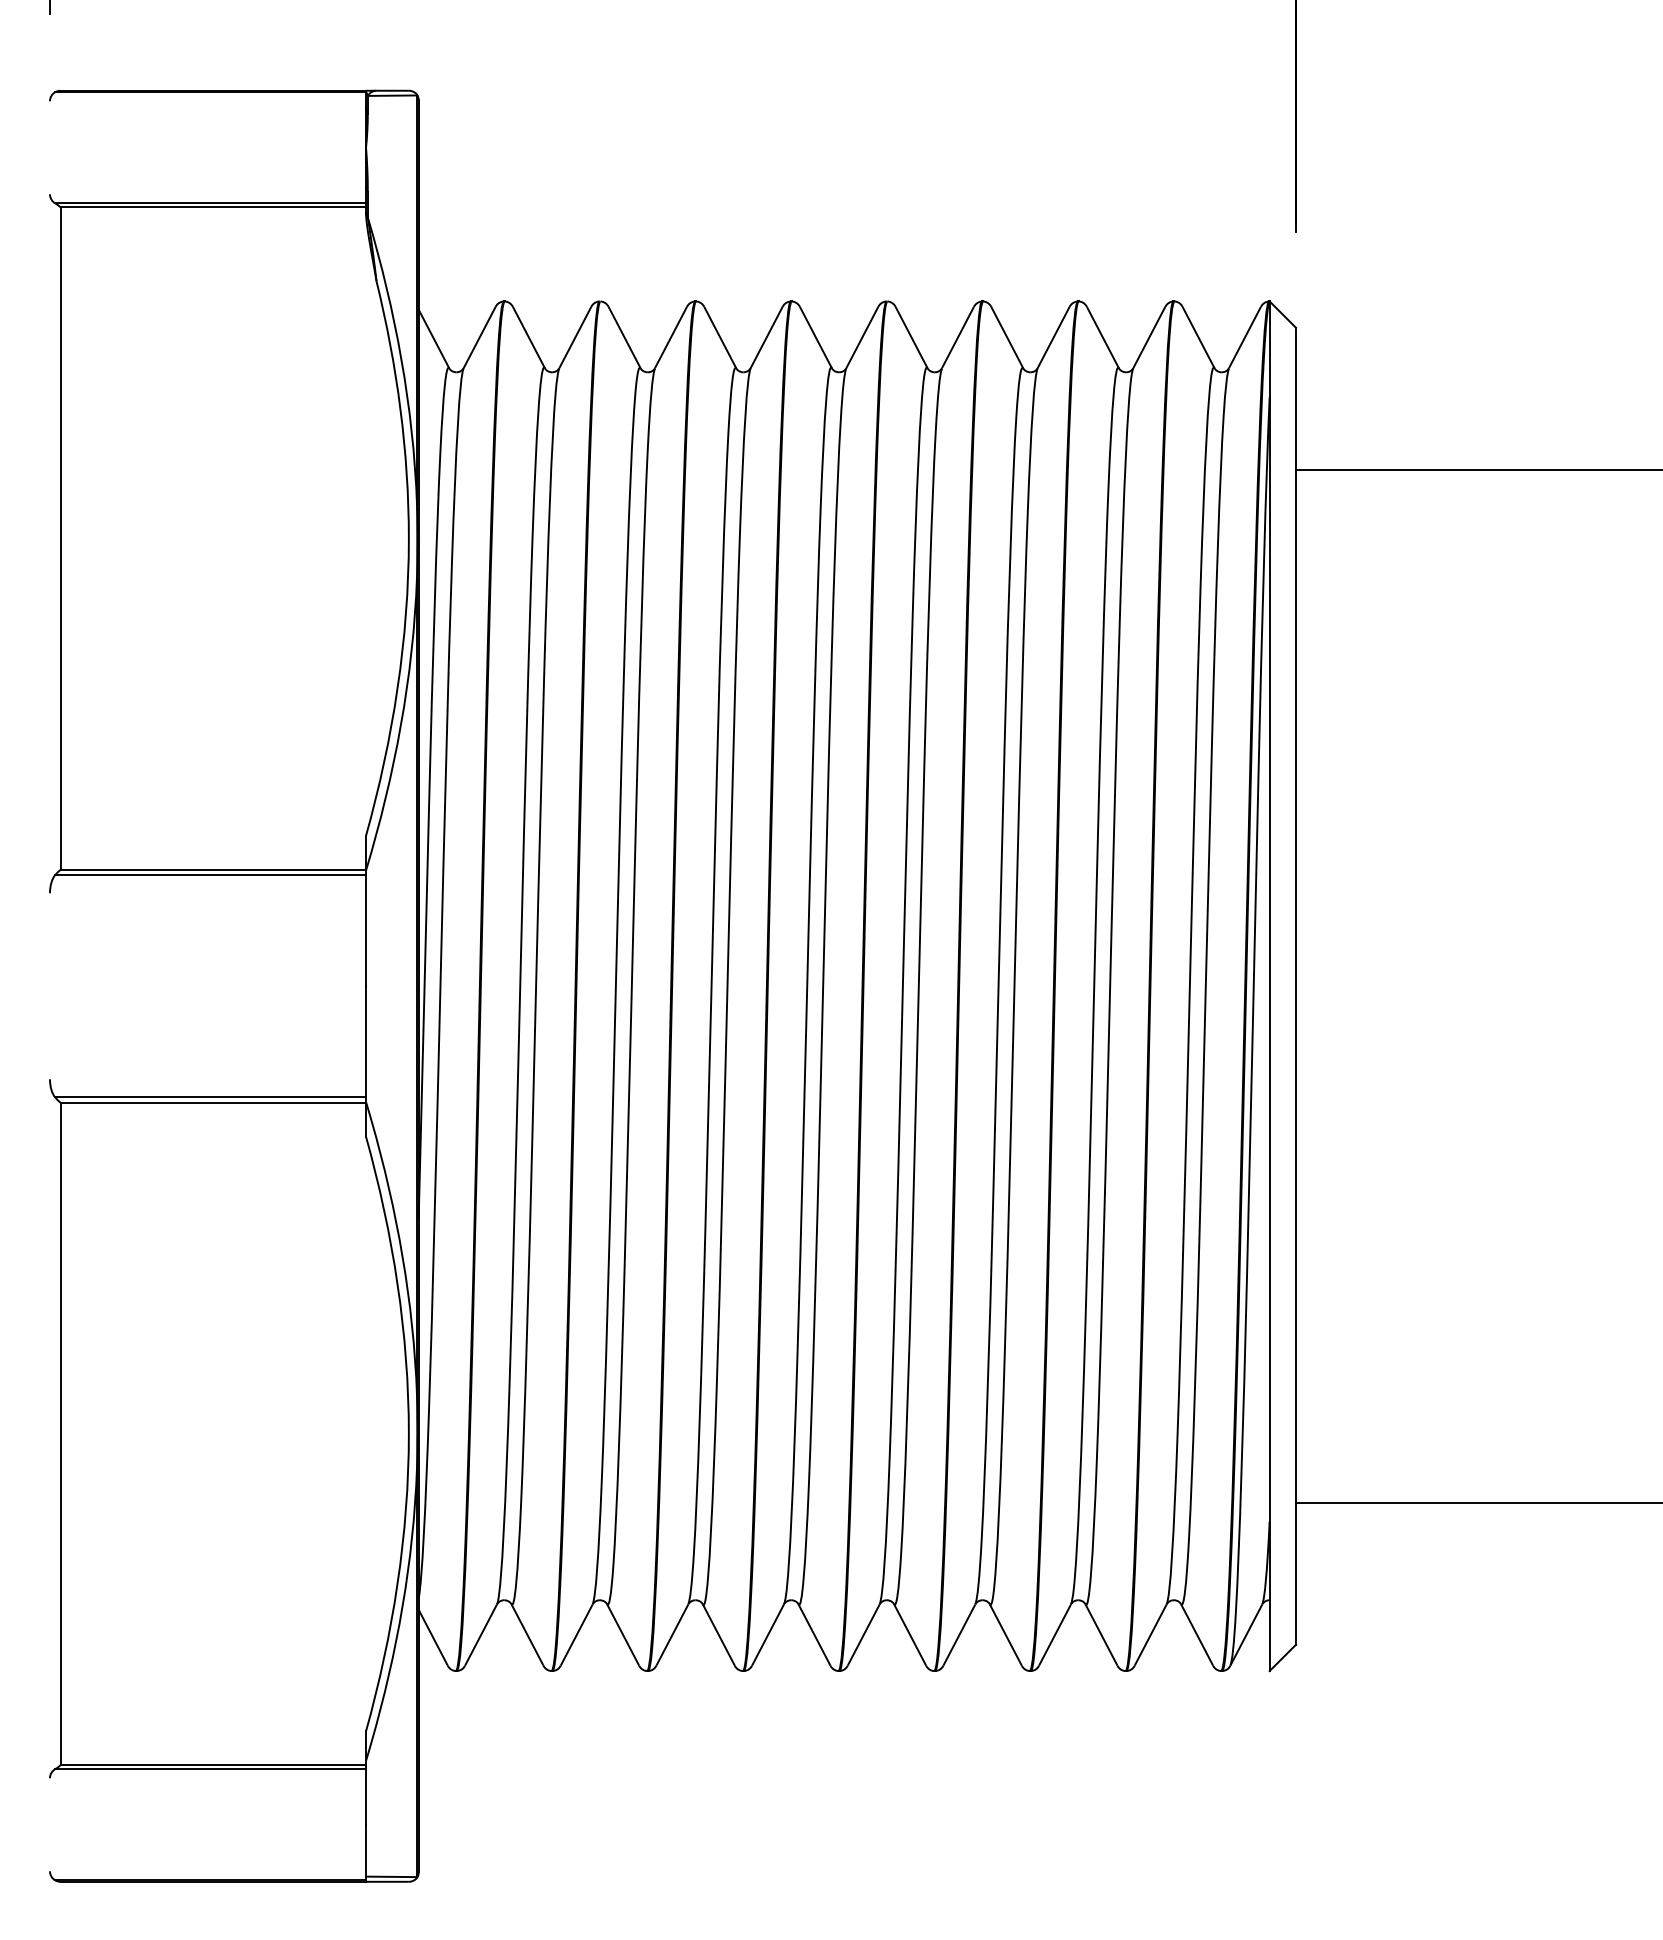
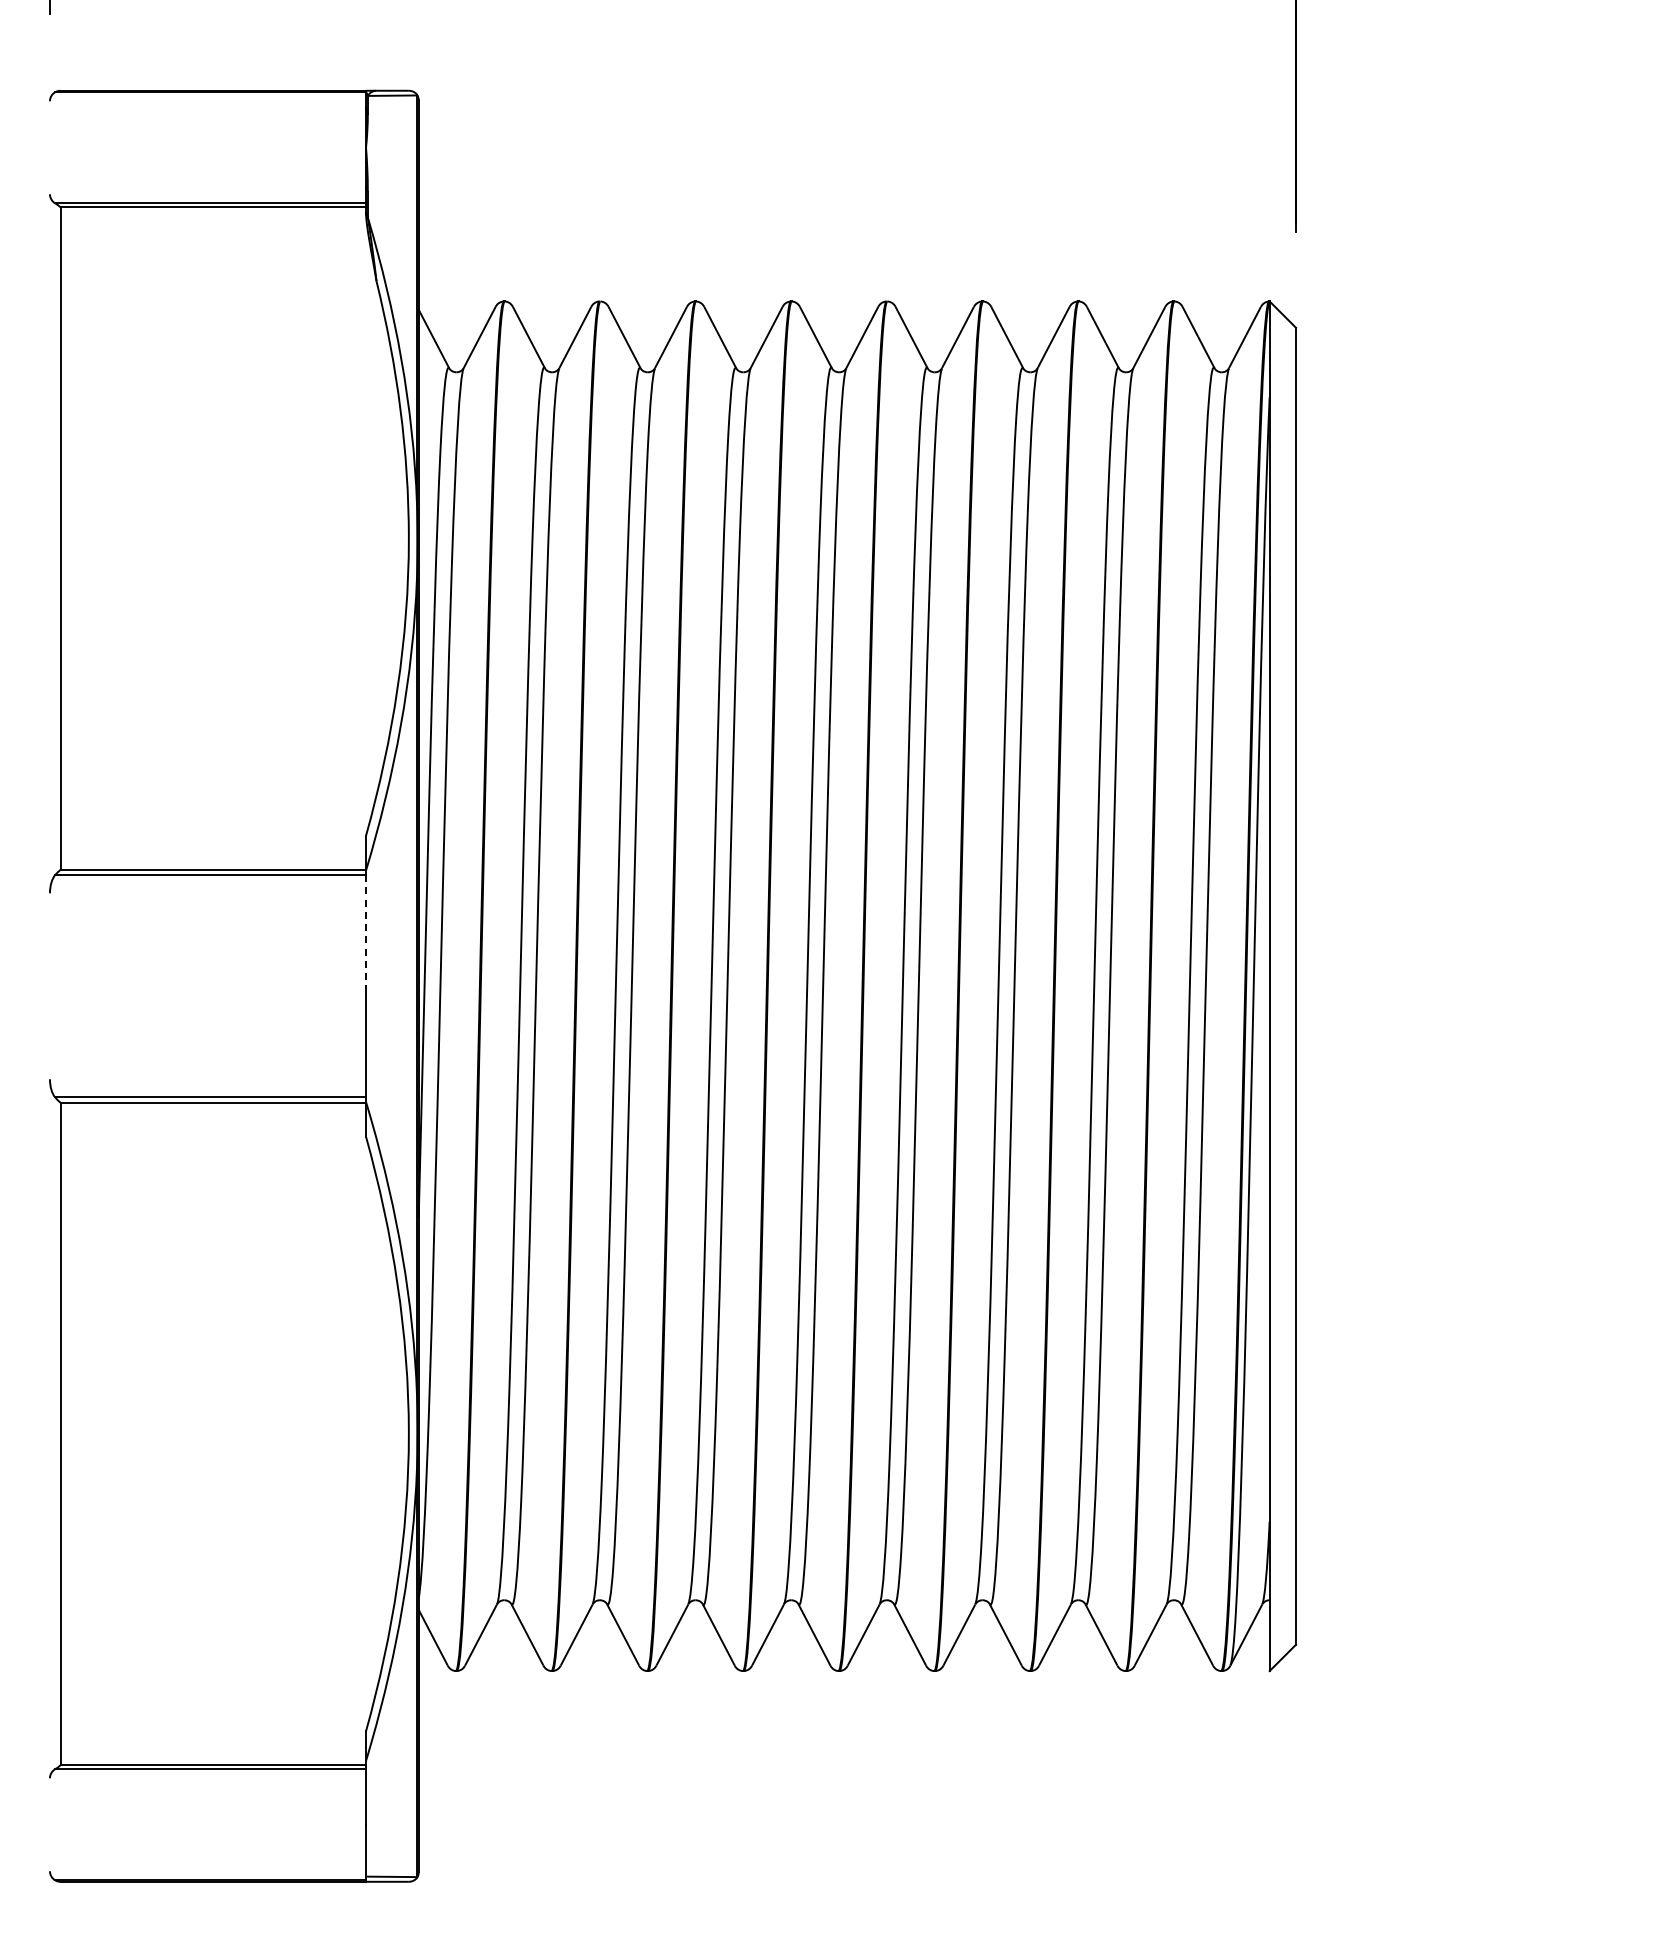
line at (1477, 470): present -> none
line at (366, 930): solid -> dashed
line at (1477, 1502): present -> none
